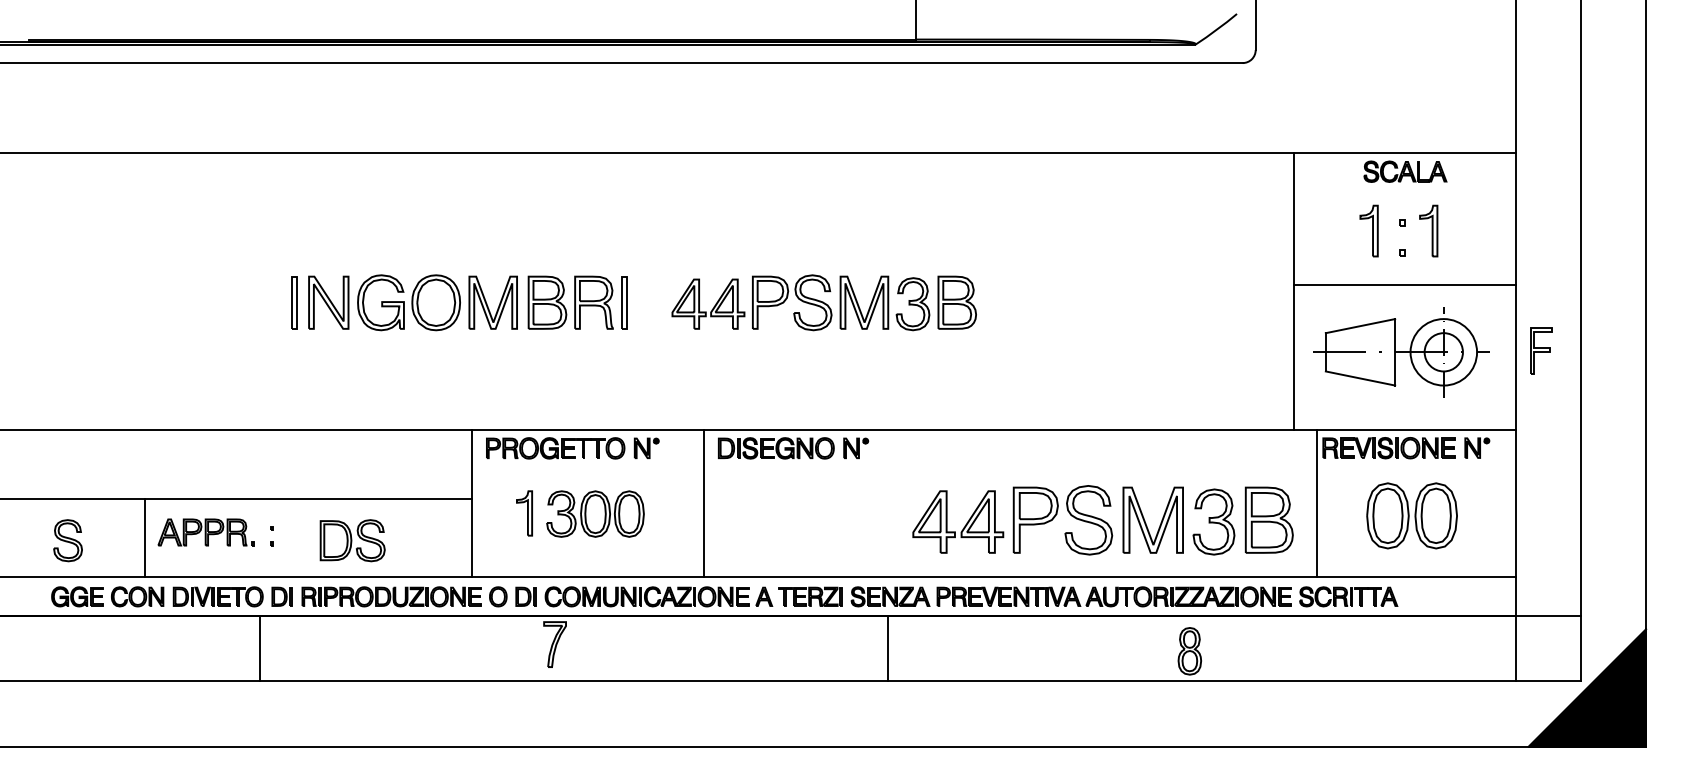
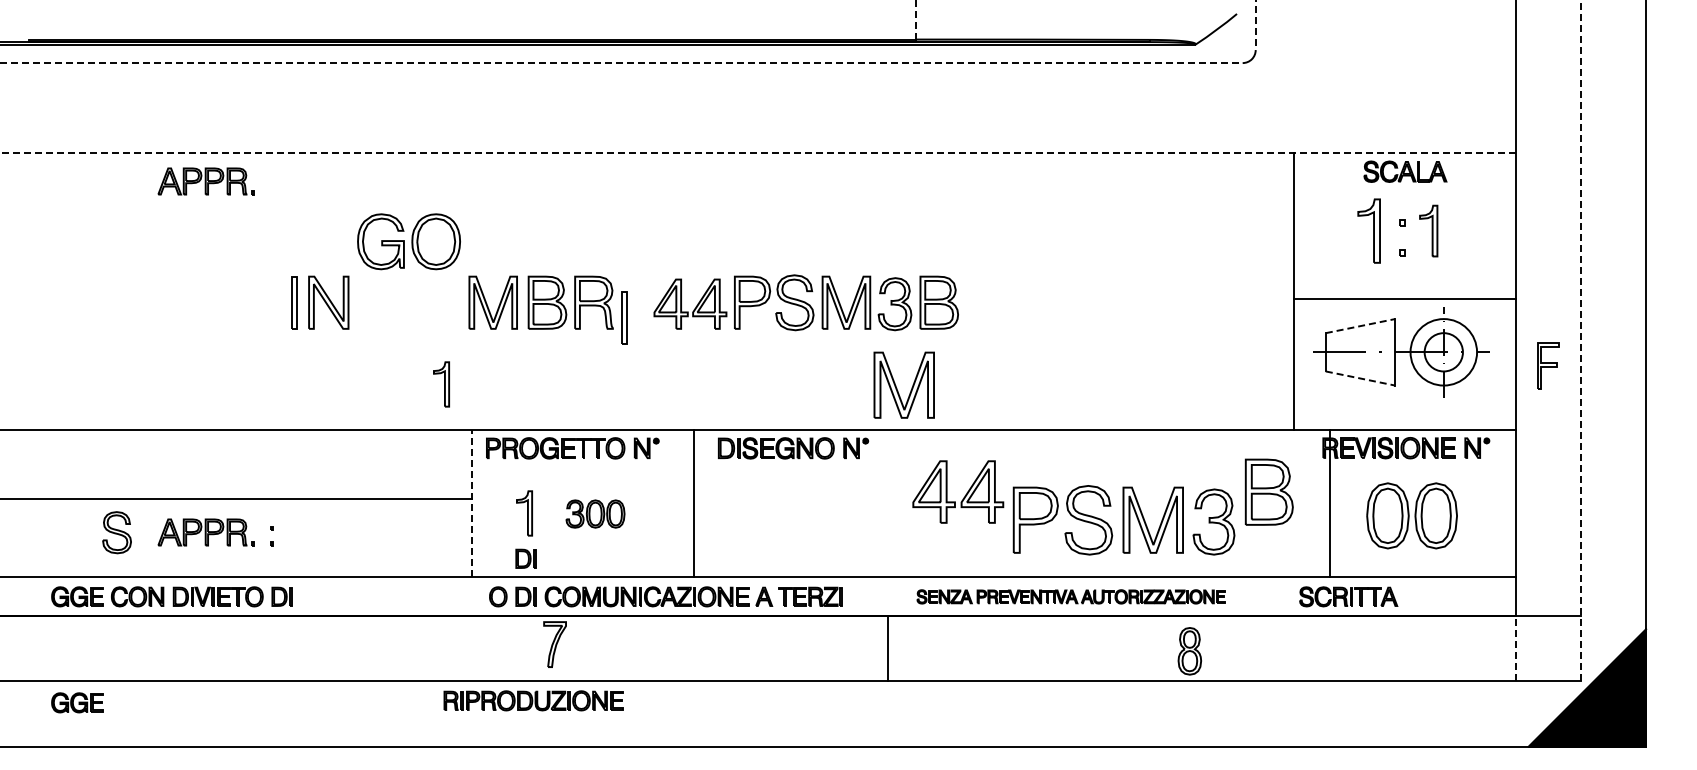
line at (916, 19): solid -> dashed
line at (1255, 25): solid -> dashed
line at (621, 63): solid -> dashed
line at (758, 152): solid -> dashed
part at (205, 181): none -> present
part at (1368, 230) size: 20x54 px -> 24x66 px
line at (1404, 284) position: (1404, 284) -> (1404, 298)
part at (408, 302) position: (408, 302) -> (408, 241)
part at (624, 302) position: (624, 302) -> (624, 317)
part at (823, 302) position: (823, 302) -> (805, 302)
line at (1360, 326): solid -> dashed
line at (1580, 340): solid -> dashed
part at (1541, 350) position: (1541, 350) -> (1548, 365)
line at (1360, 378): solid -> dashed
part at (441, 384): none -> present
part at (896, 385): none -> present
line at (471, 503): solid -> dashed
line at (703, 503) position: (703, 503) -> (693, 503)
line at (1317, 503) position: (1317, 503) -> (1330, 503)
part at (595, 513) size: 99x48 px -> 61x30 px
part at (1268, 519) position: (1268, 519) -> (1268, 491)
part at (965, 524) position: (965, 524) -> (965, 494)
line at (145, 537): present -> none
part at (67, 540) position: (67, 540) -> (116, 532)
part at (352, 540): present -> none
part at (525, 558): none -> present
part at (391, 596) position: (391, 596) -> (533, 700)
part at (1070, 596) size: 442x22 px -> 310x16 px
line at (259, 648): present -> none
line at (1515, 648): solid -> dashed
part at (77, 702): none -> present
